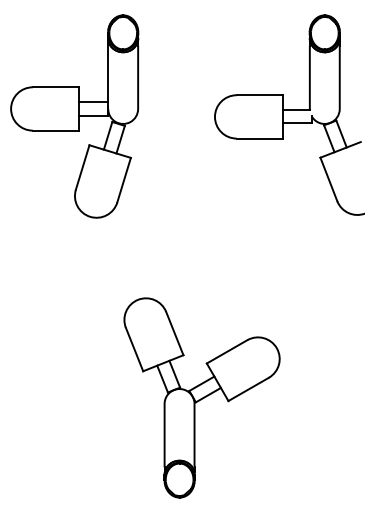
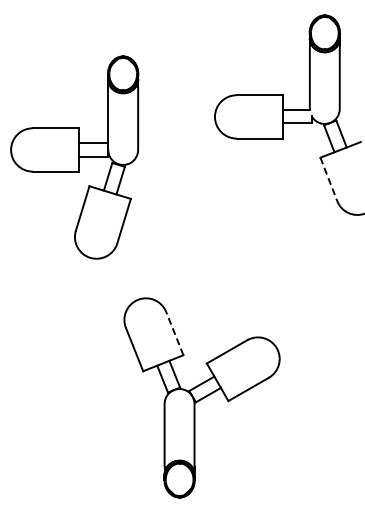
part at (74, 116) position: (74, 116) -> (74, 157)
line at (329, 179): solid -> dashed
line at (174, 333): solid -> dashed
